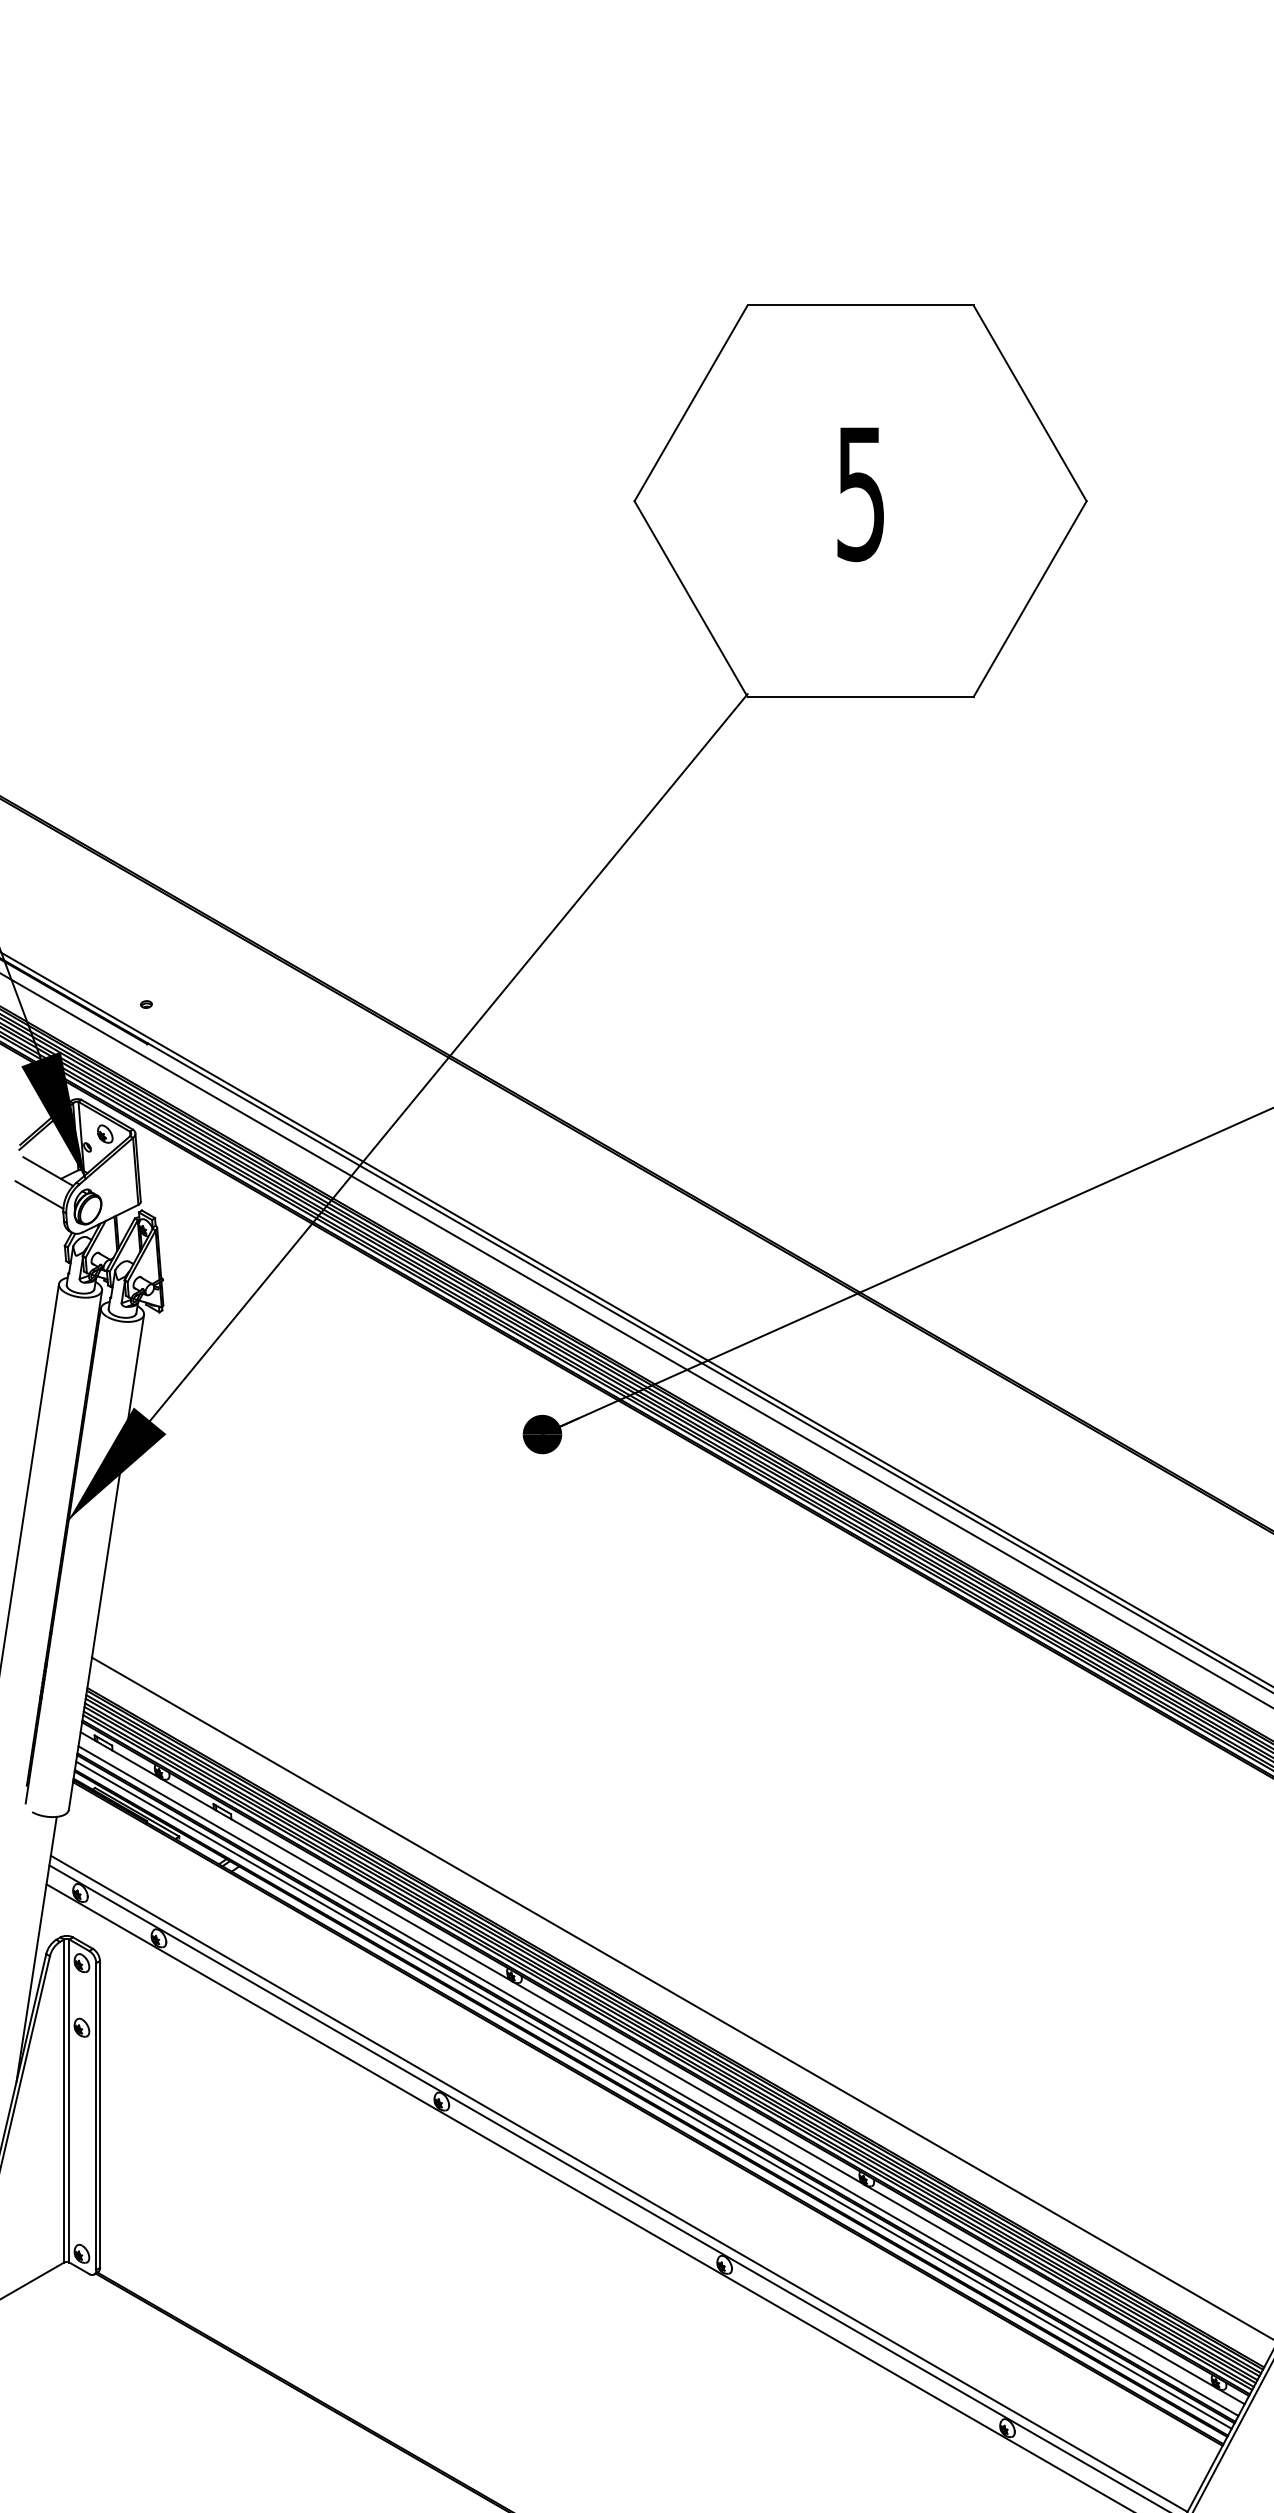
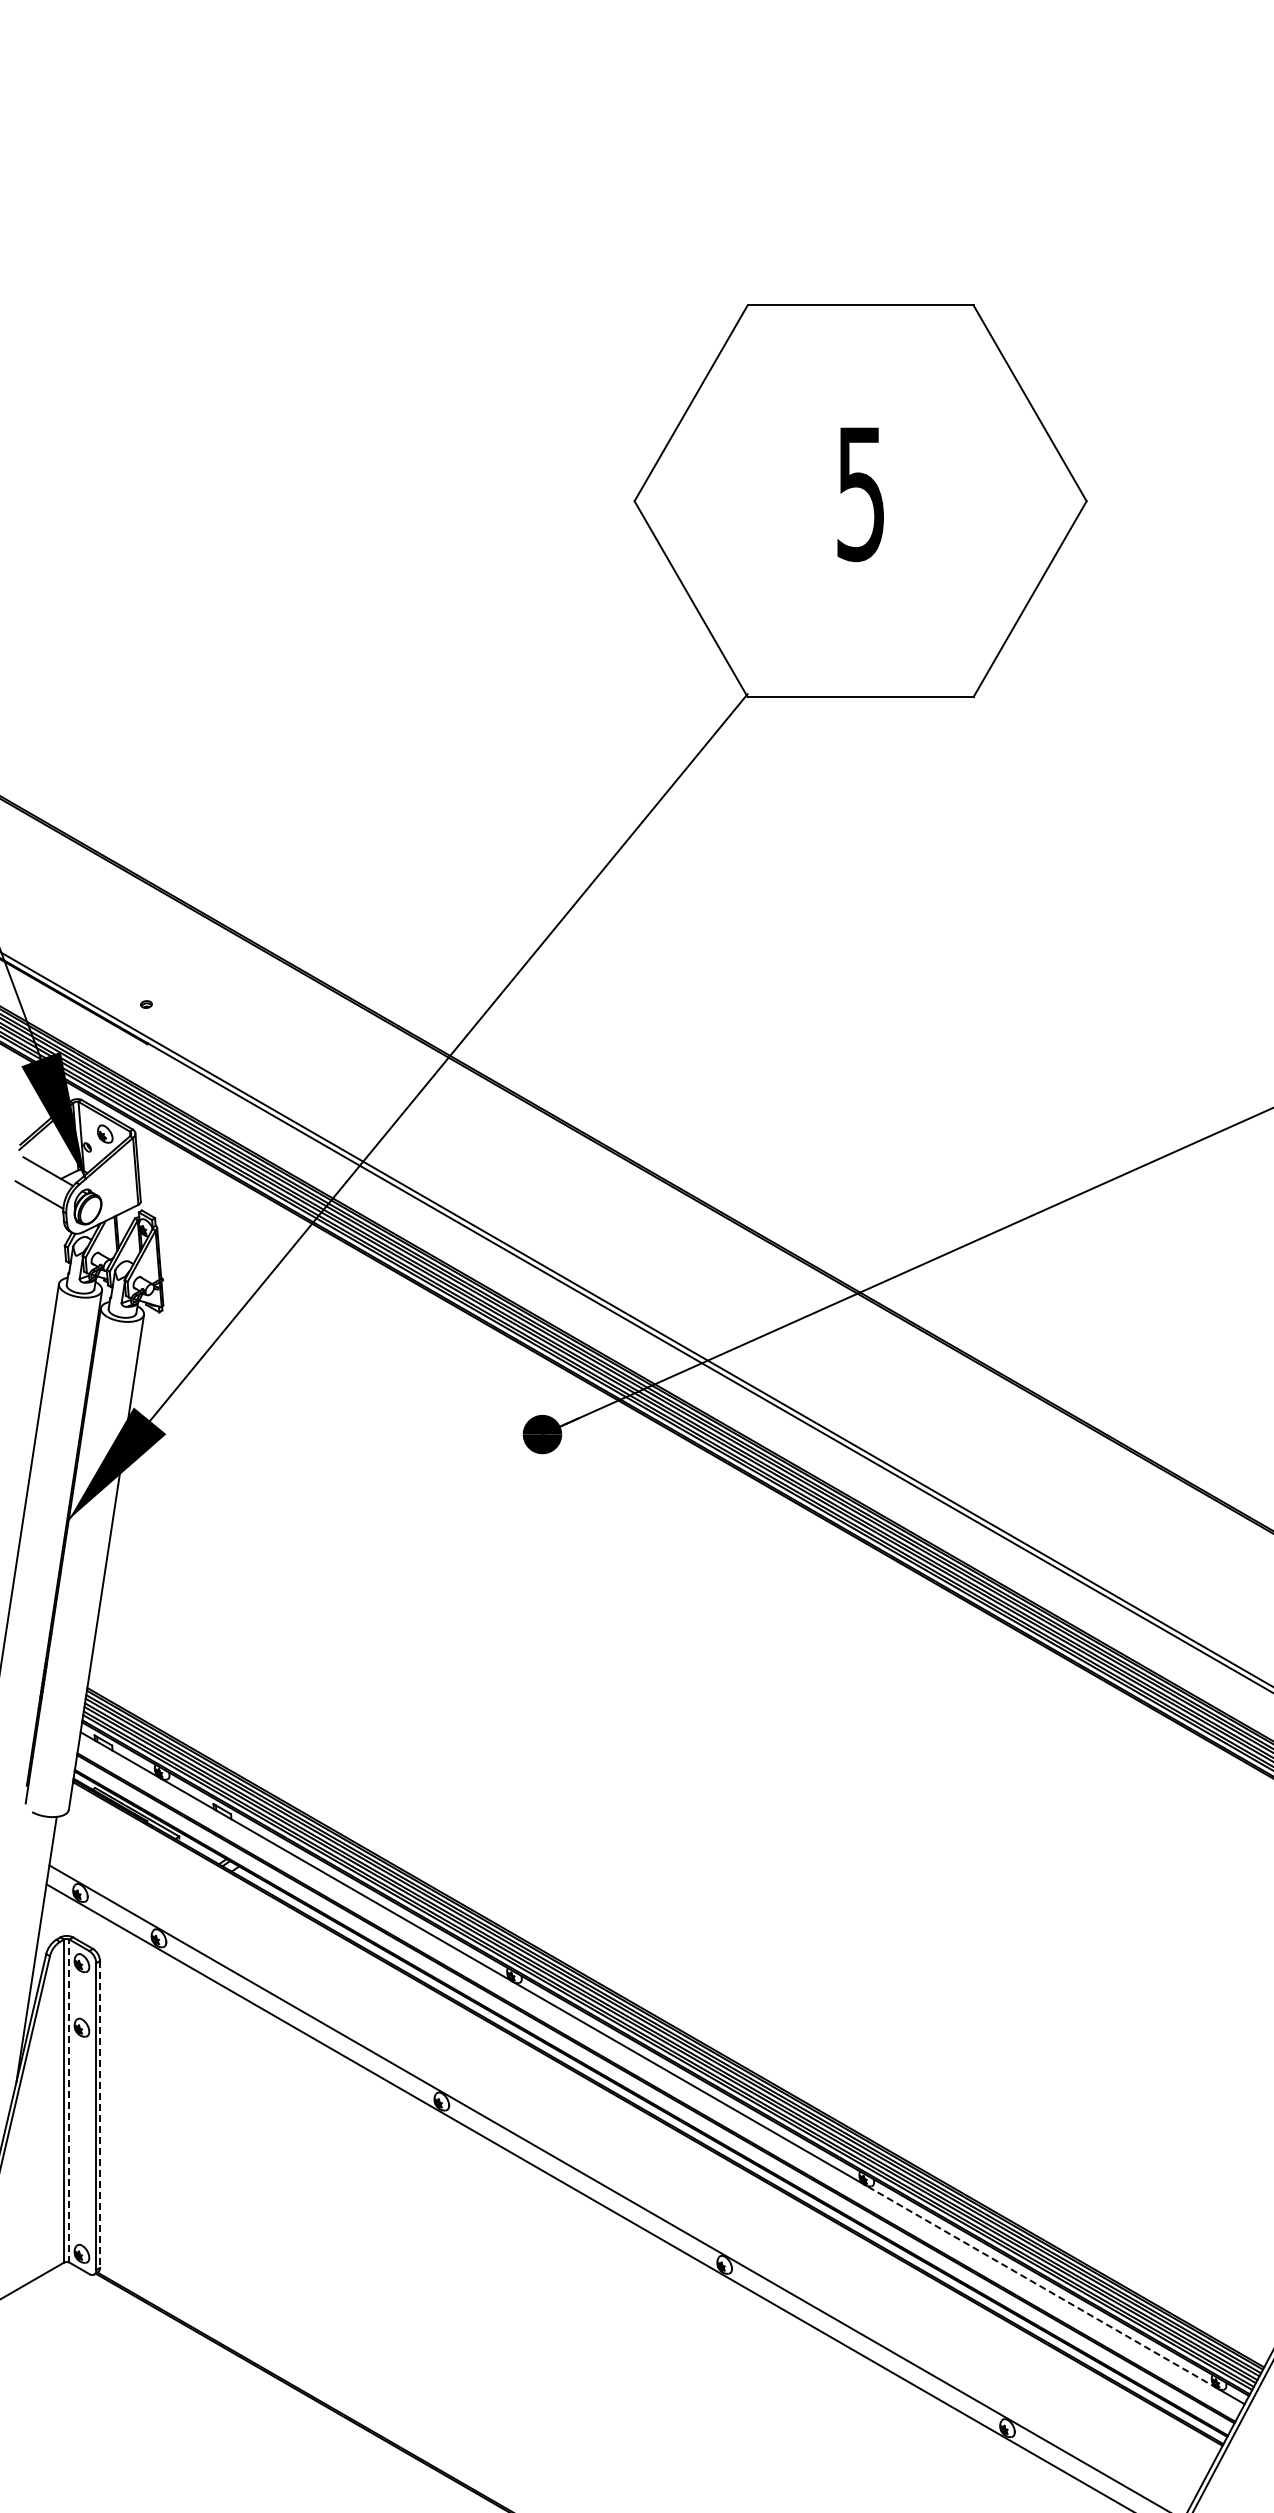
line at (636, 1340): present -> none
line at (680, 1997): present -> none
line at (658, 2080): present -> none
line at (653, 2094): present -> none
line at (69, 2101): solid -> dashed
line at (100, 2114): solid -> dashed
line at (617, 2182): present -> none
line at (1040, 2286): solid -> dashed
